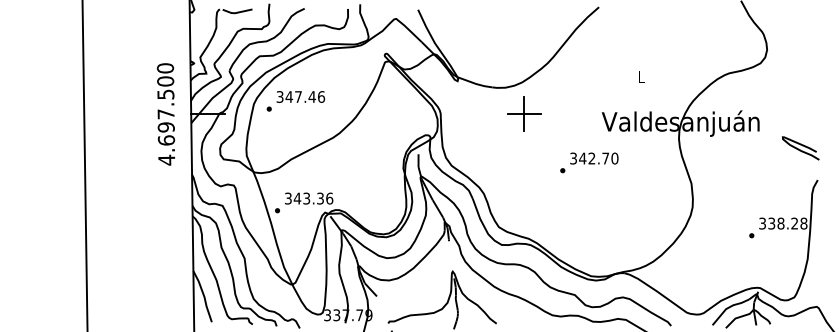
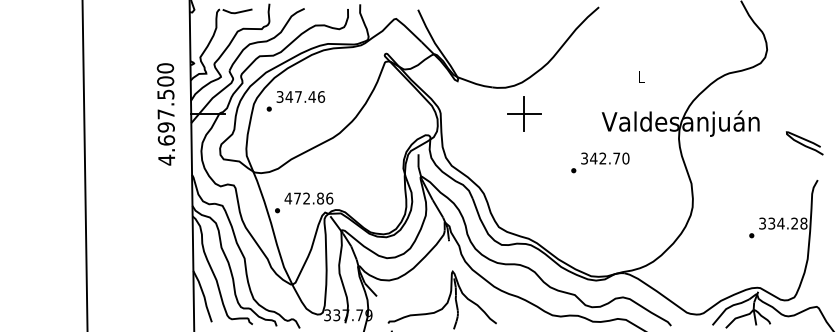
curve at (800, 149) position: (800, 149) -> (804, 144)
text at (589, 162) position: (589, 162) -> (600, 162)
text at (304, 198): 343.36 -> 472.86
text at (780, 223): 338.28 -> 334.28
